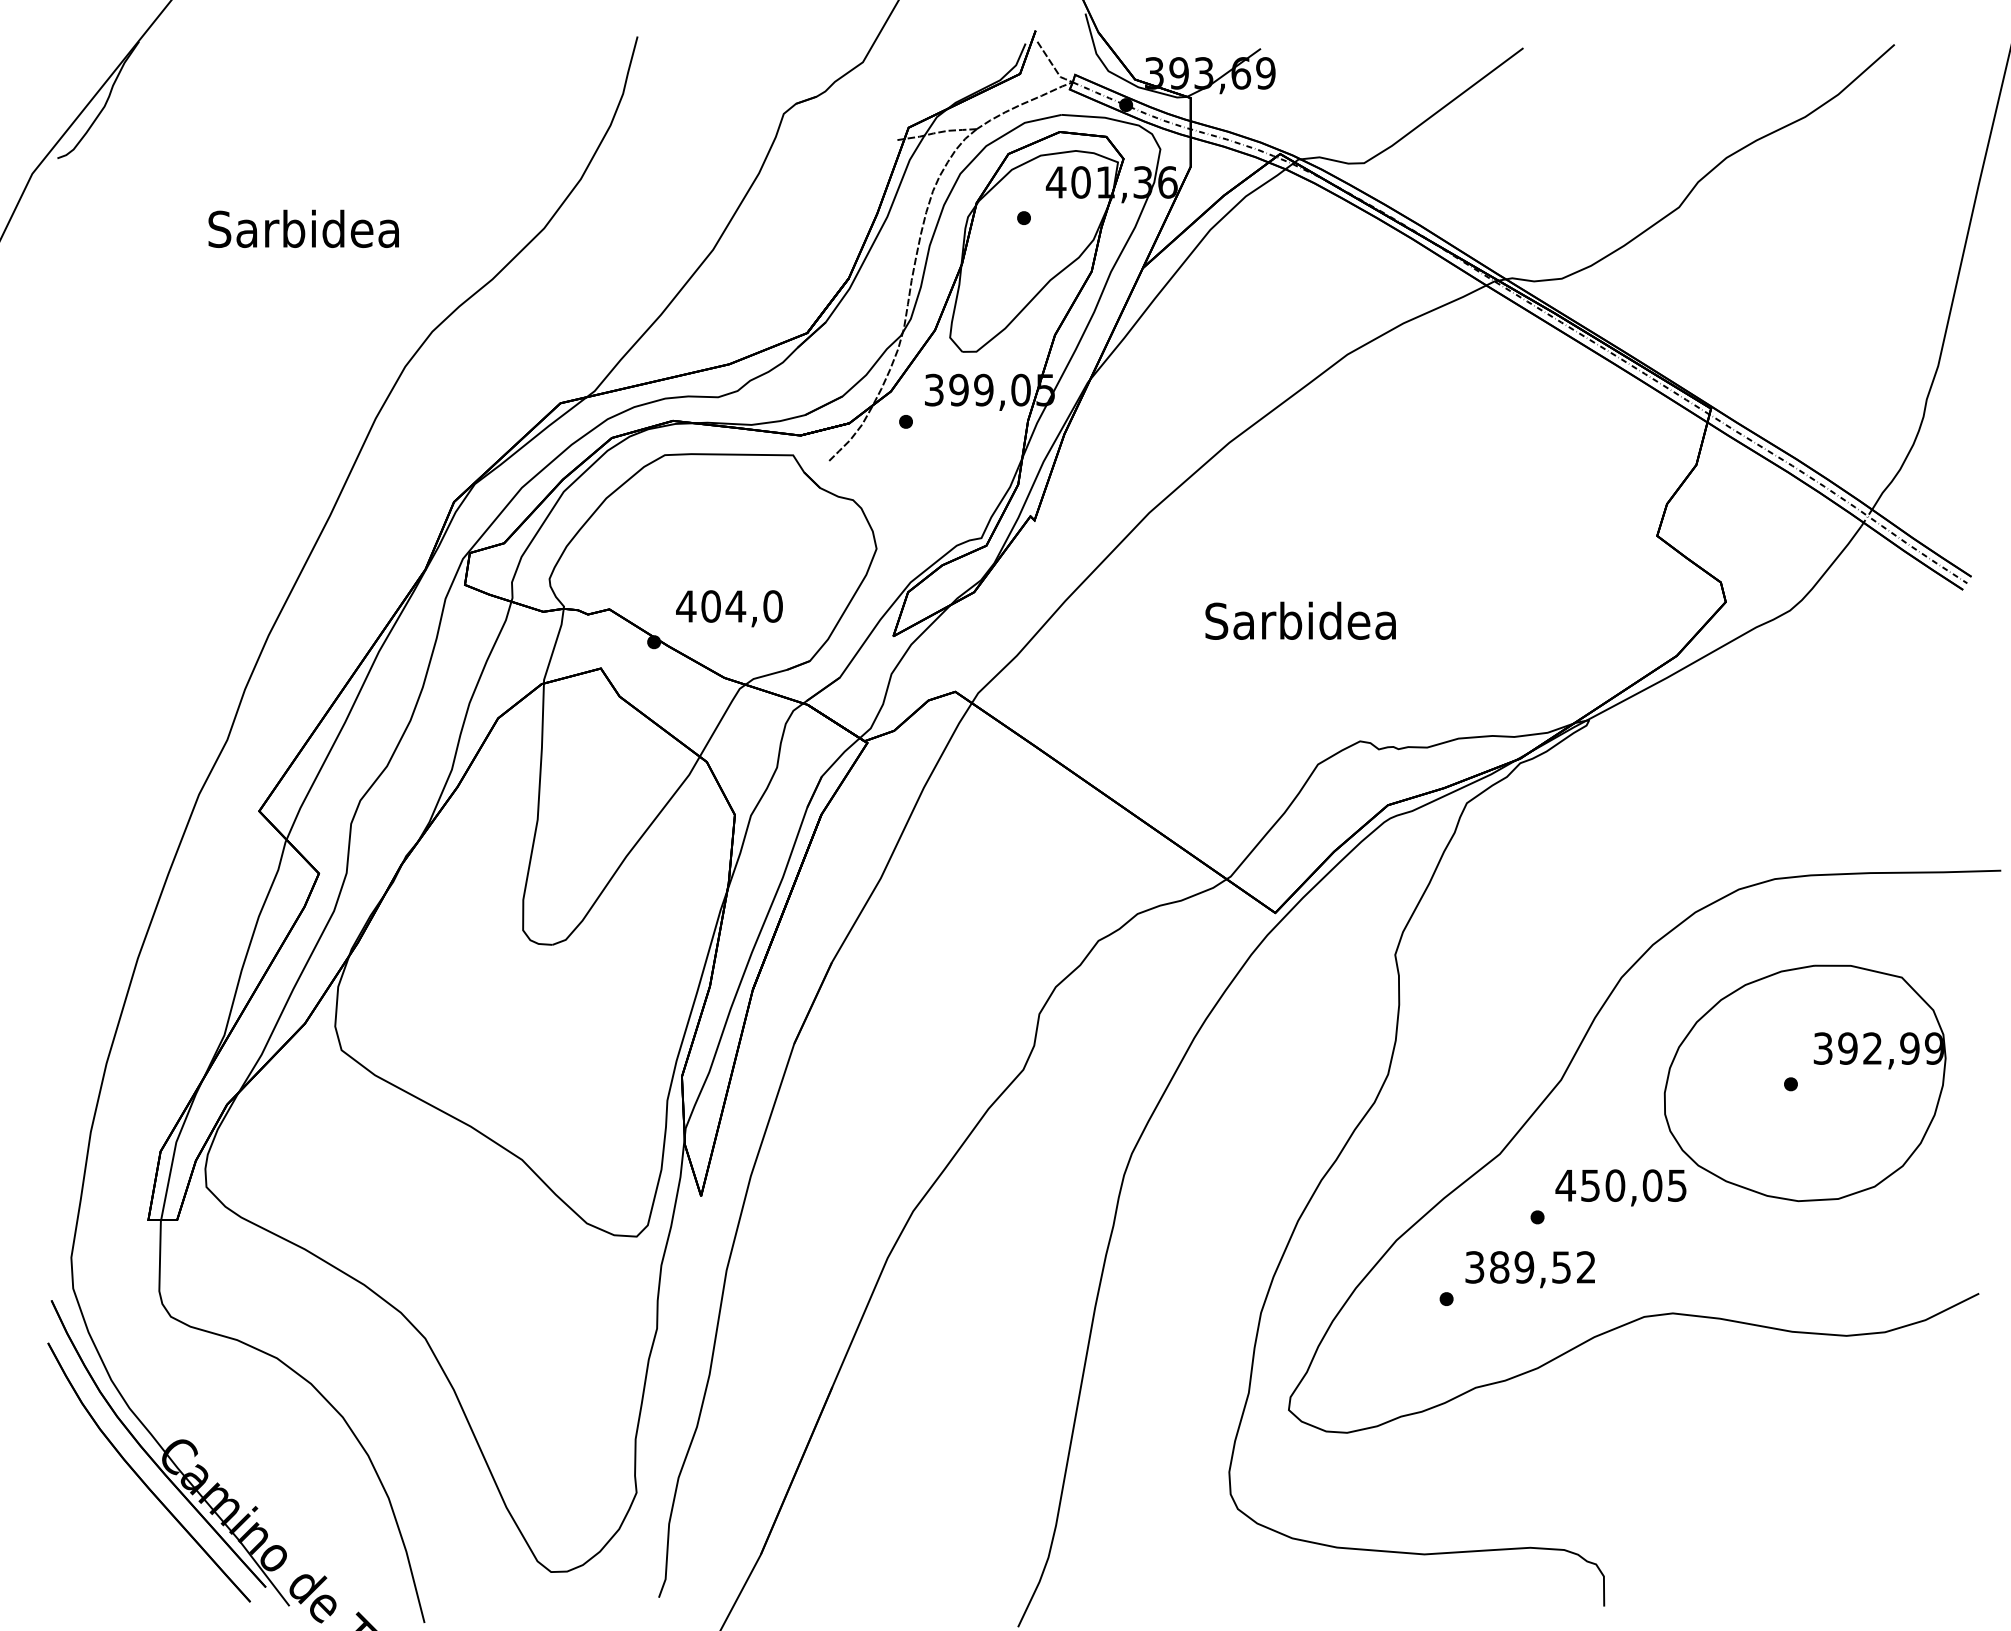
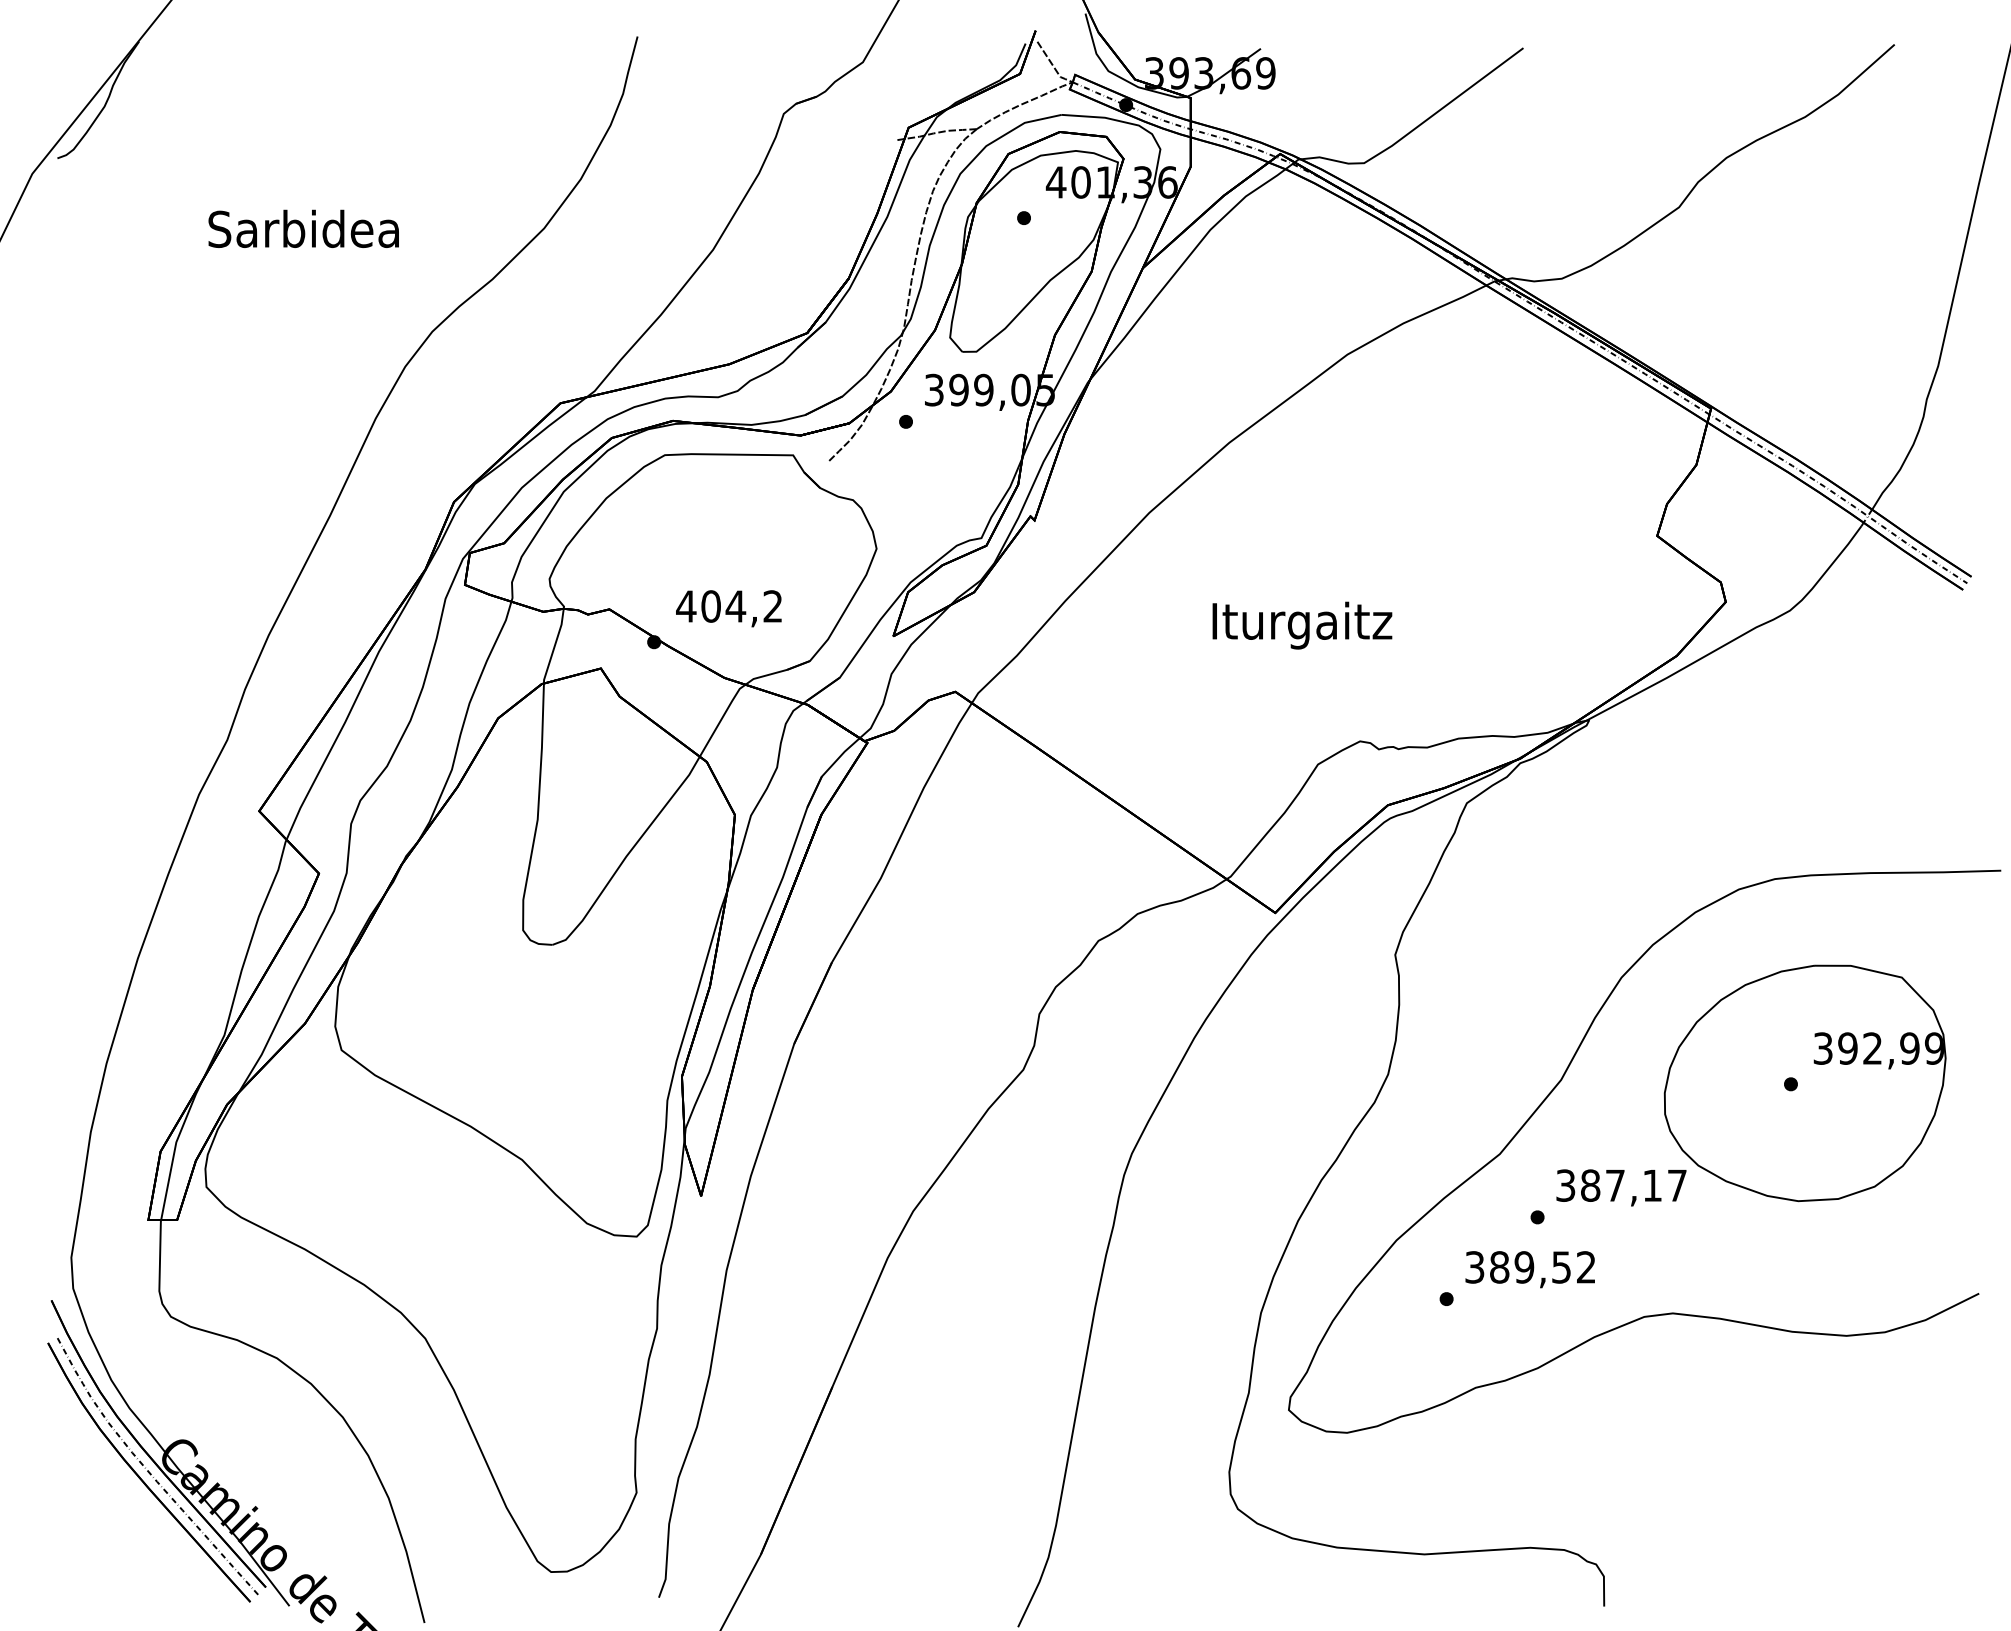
text at (772, 606): 404,0 -> 404,2
text at (1300, 625): Sarbidea -> Iturgaitz
text at (1620, 1185): 450,05 -> 387,17
curve at (150, 1472): none -> present
